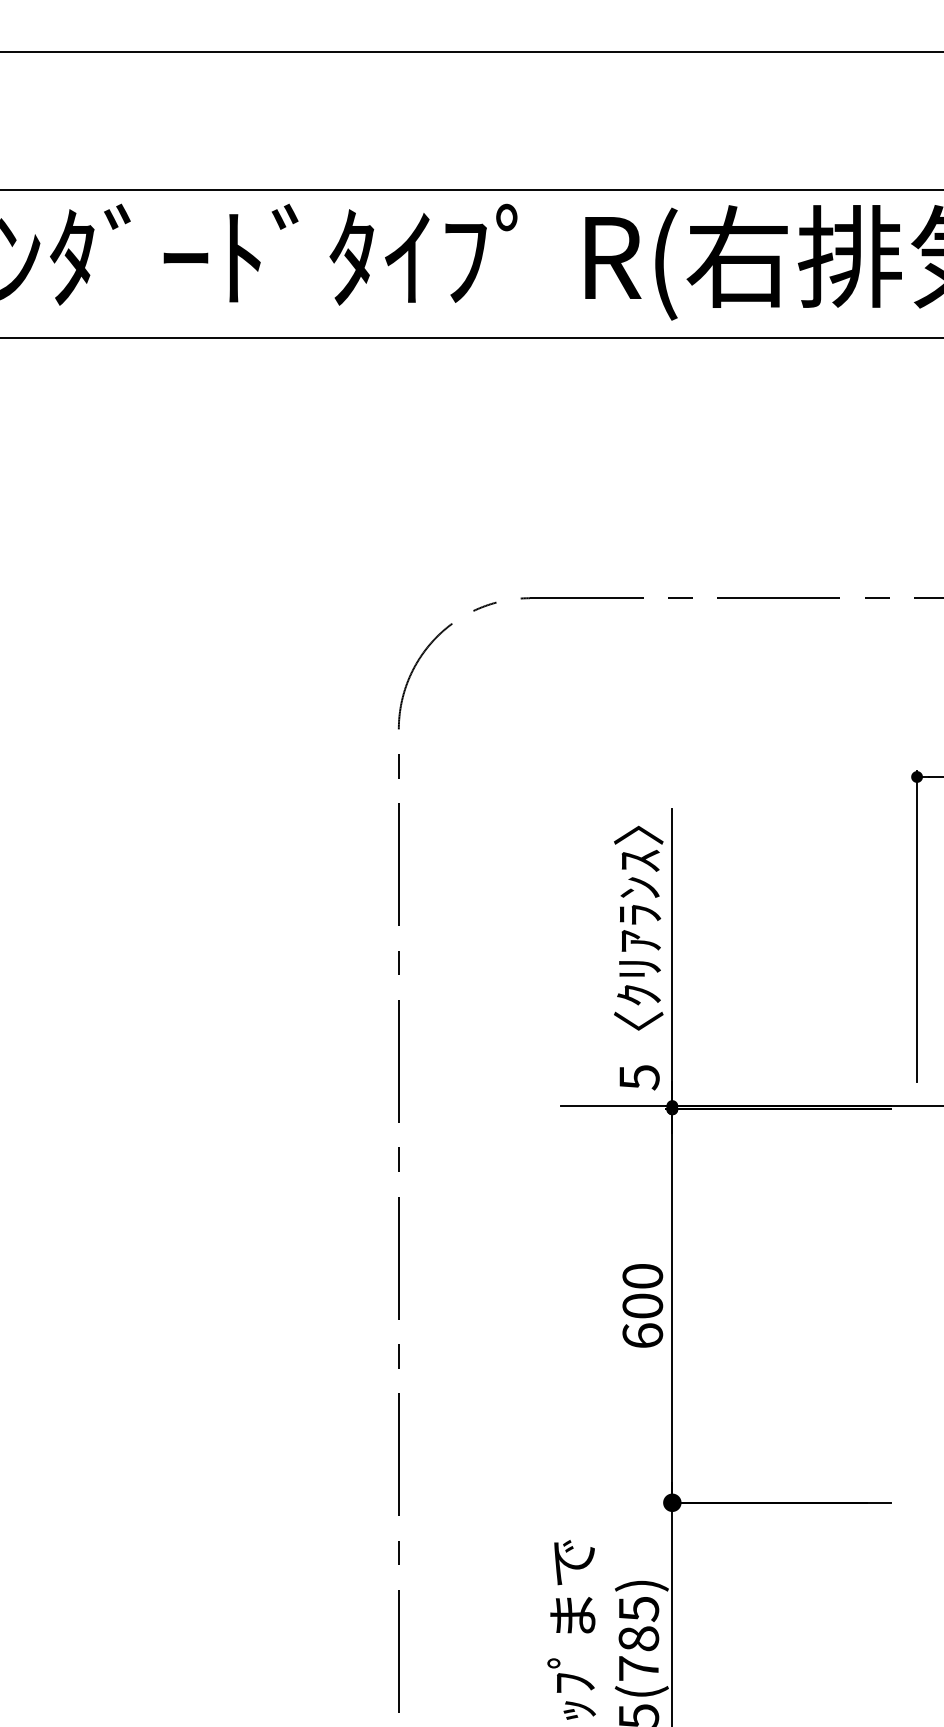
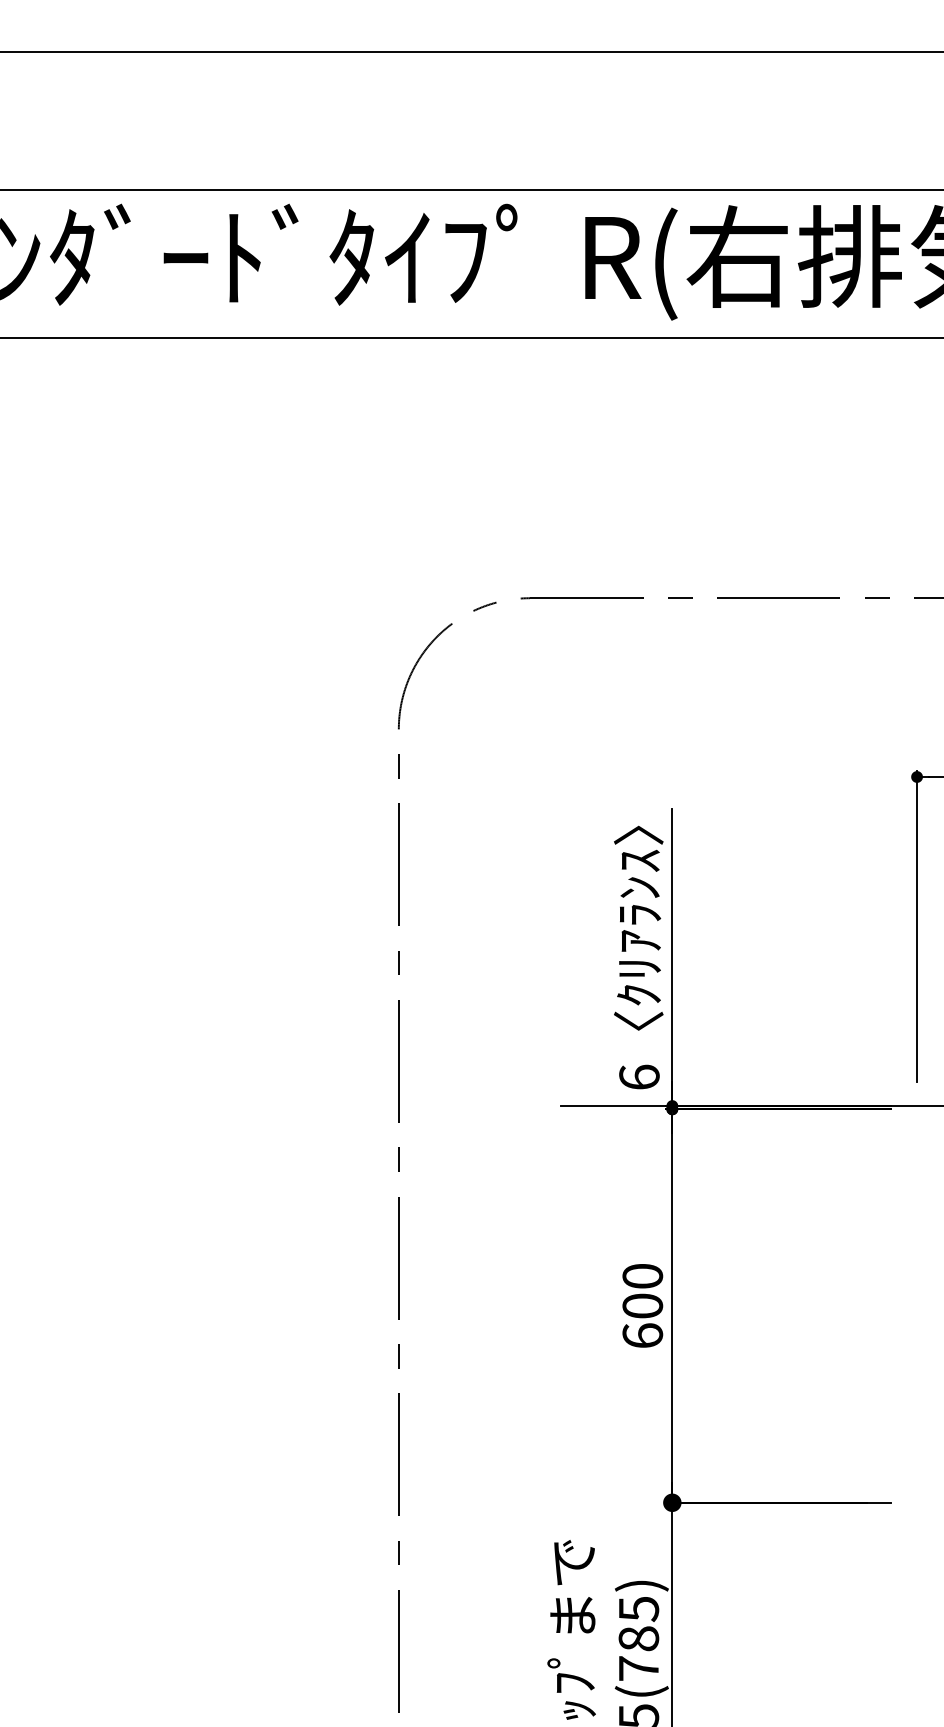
text at (639, 1077): 5 -> 6
